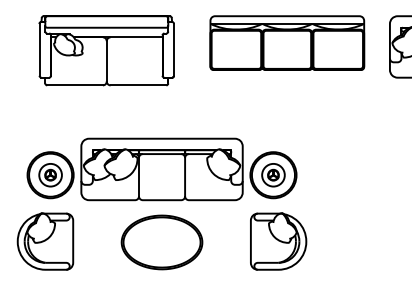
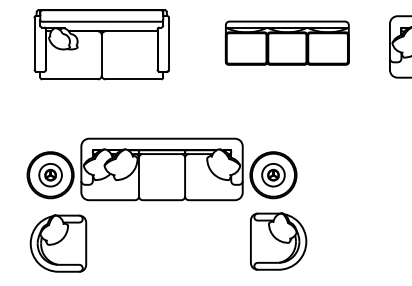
part at (287, 42) size: 157x56 px -> 126x46 px
part at (106, 50) position: (106, 50) -> (101, 44)
part at (45, 241) position: (45, 241) -> (58, 243)
part at (161, 242): present -> none
